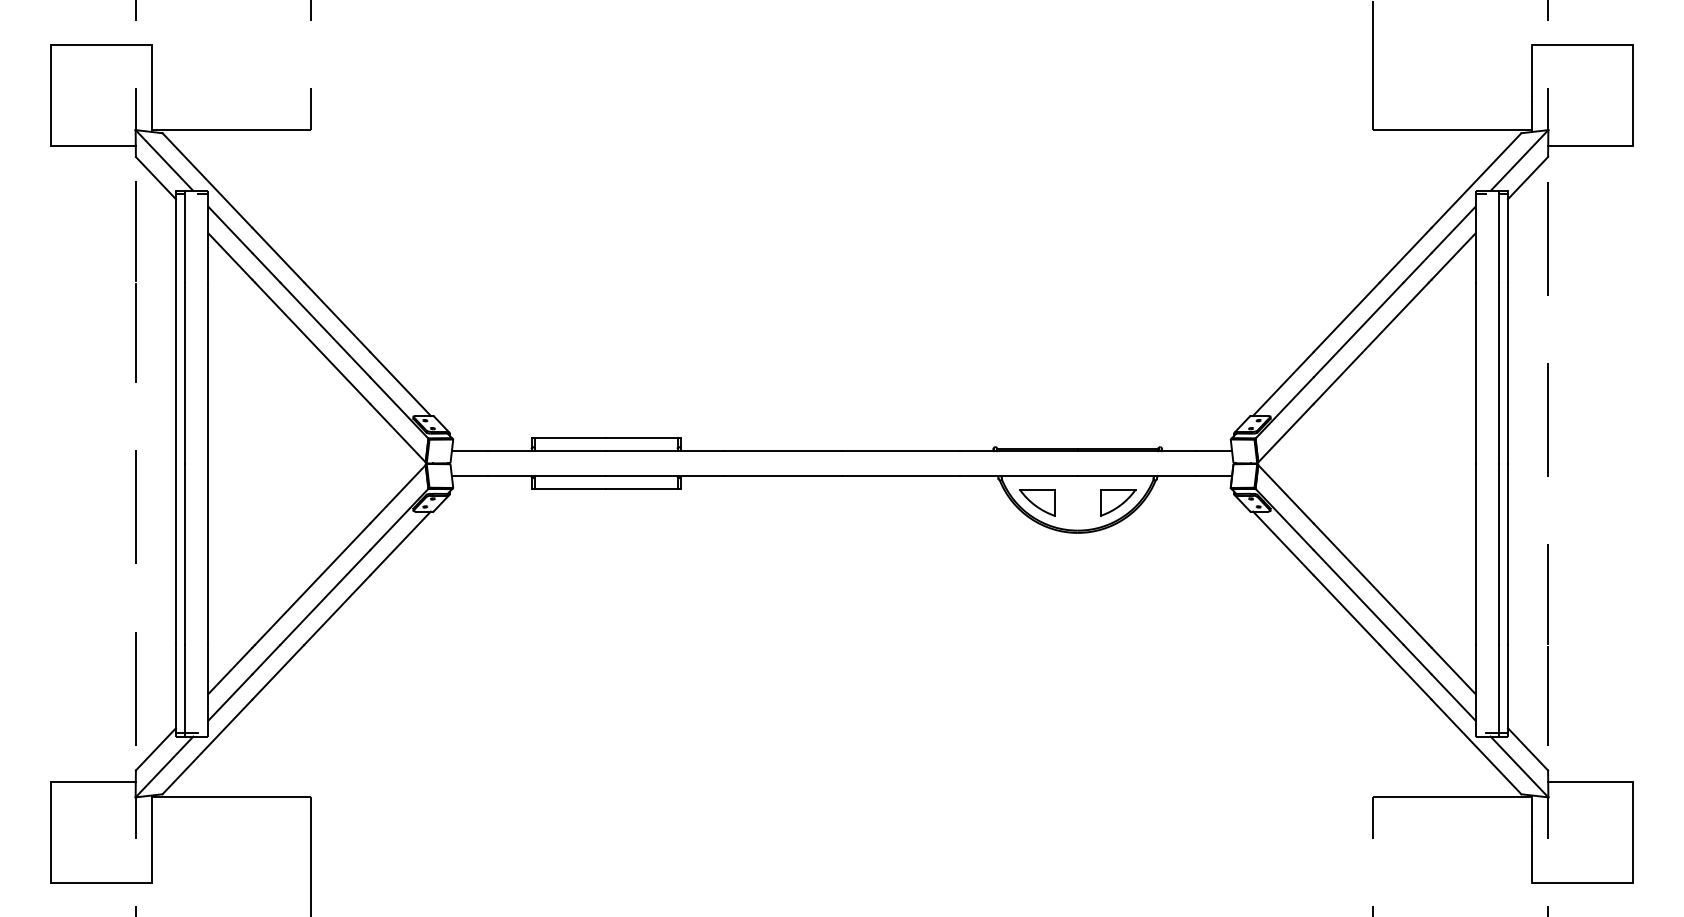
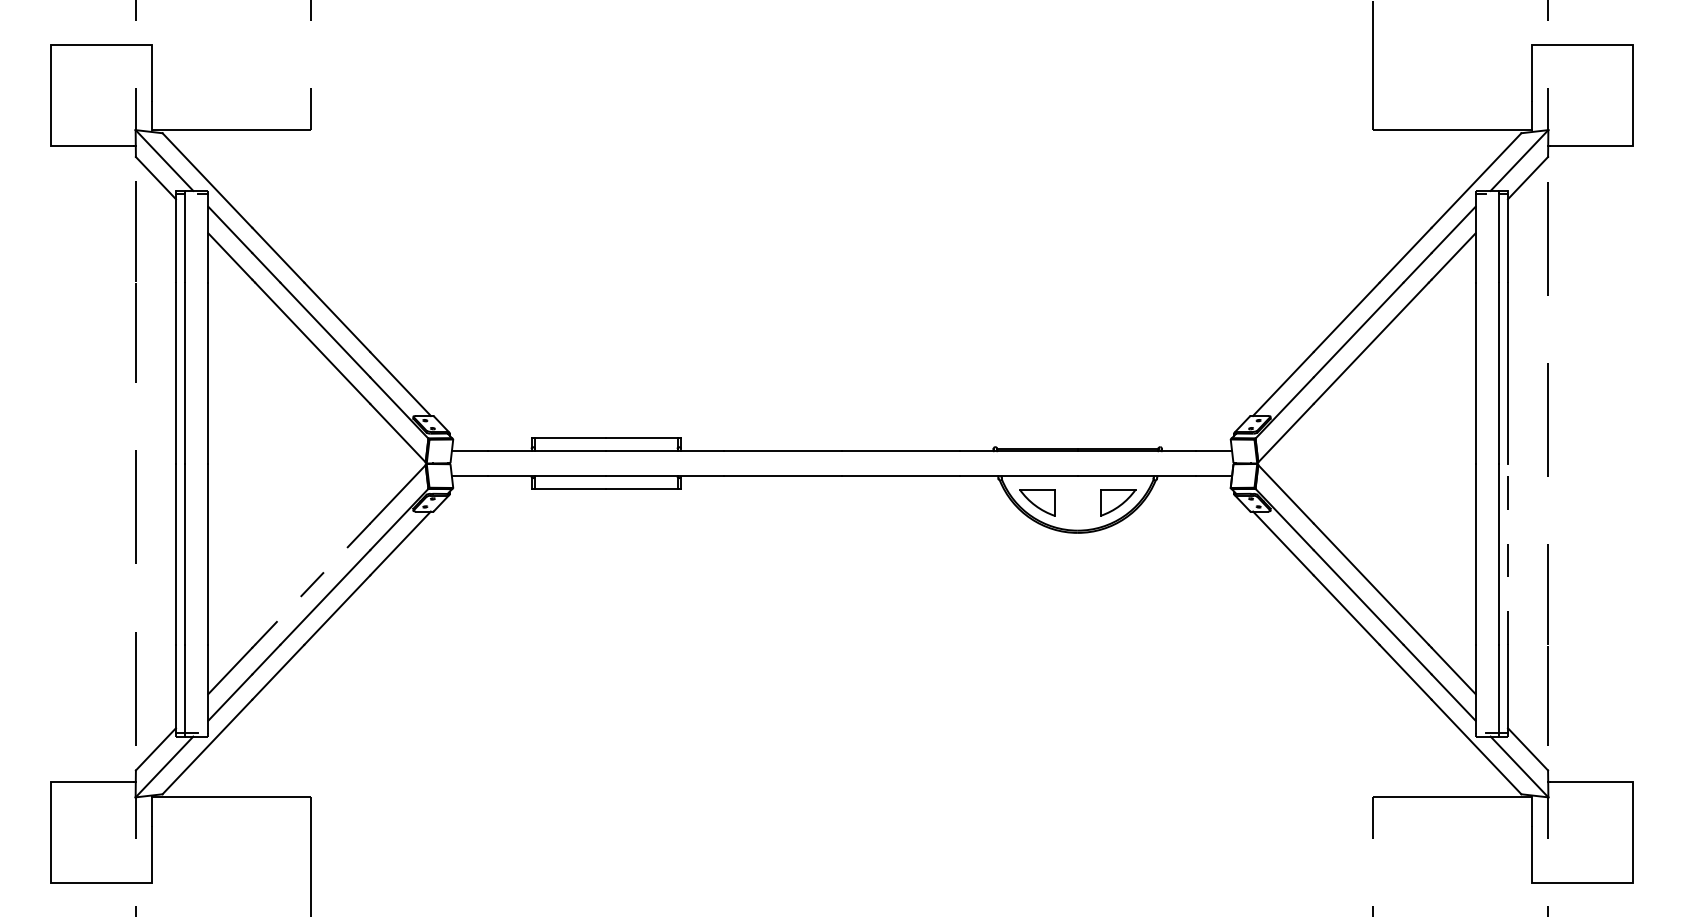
line at (1508, 554): solid -> dashed
line at (312, 584): solid -> dashed
